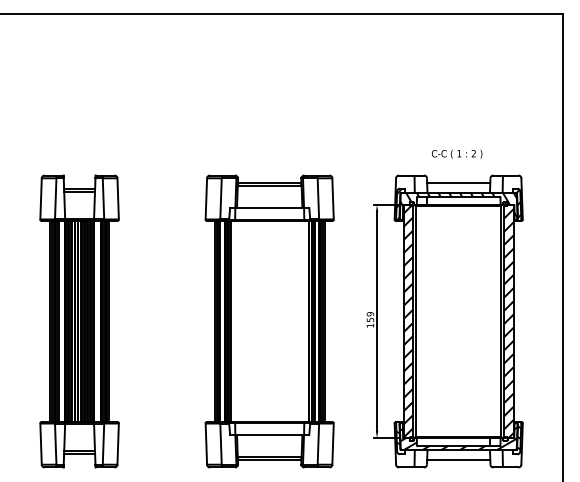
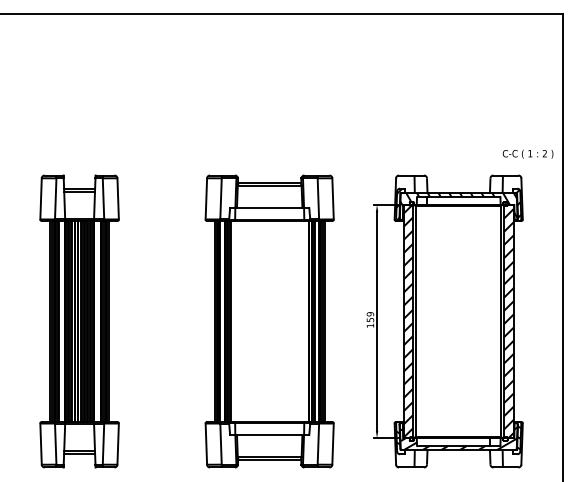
text at (456, 153) position: (456, 153) -> (527, 153)
line at (458, 182): present -> none
line at (458, 460): present -> none
